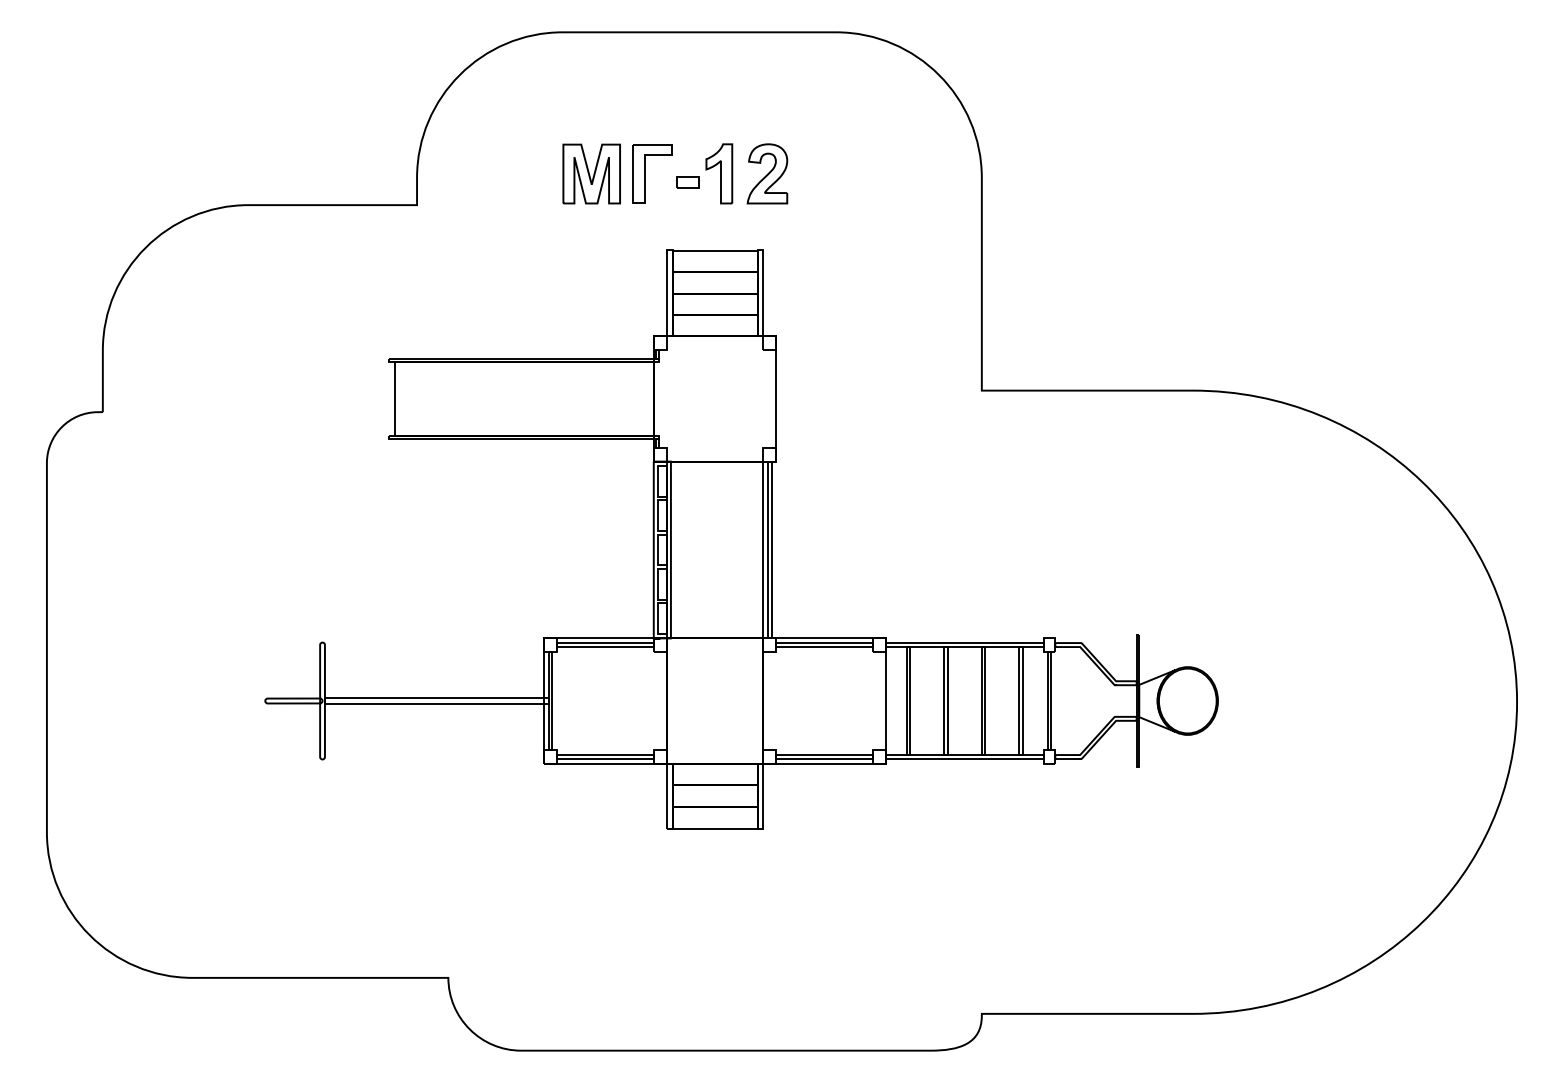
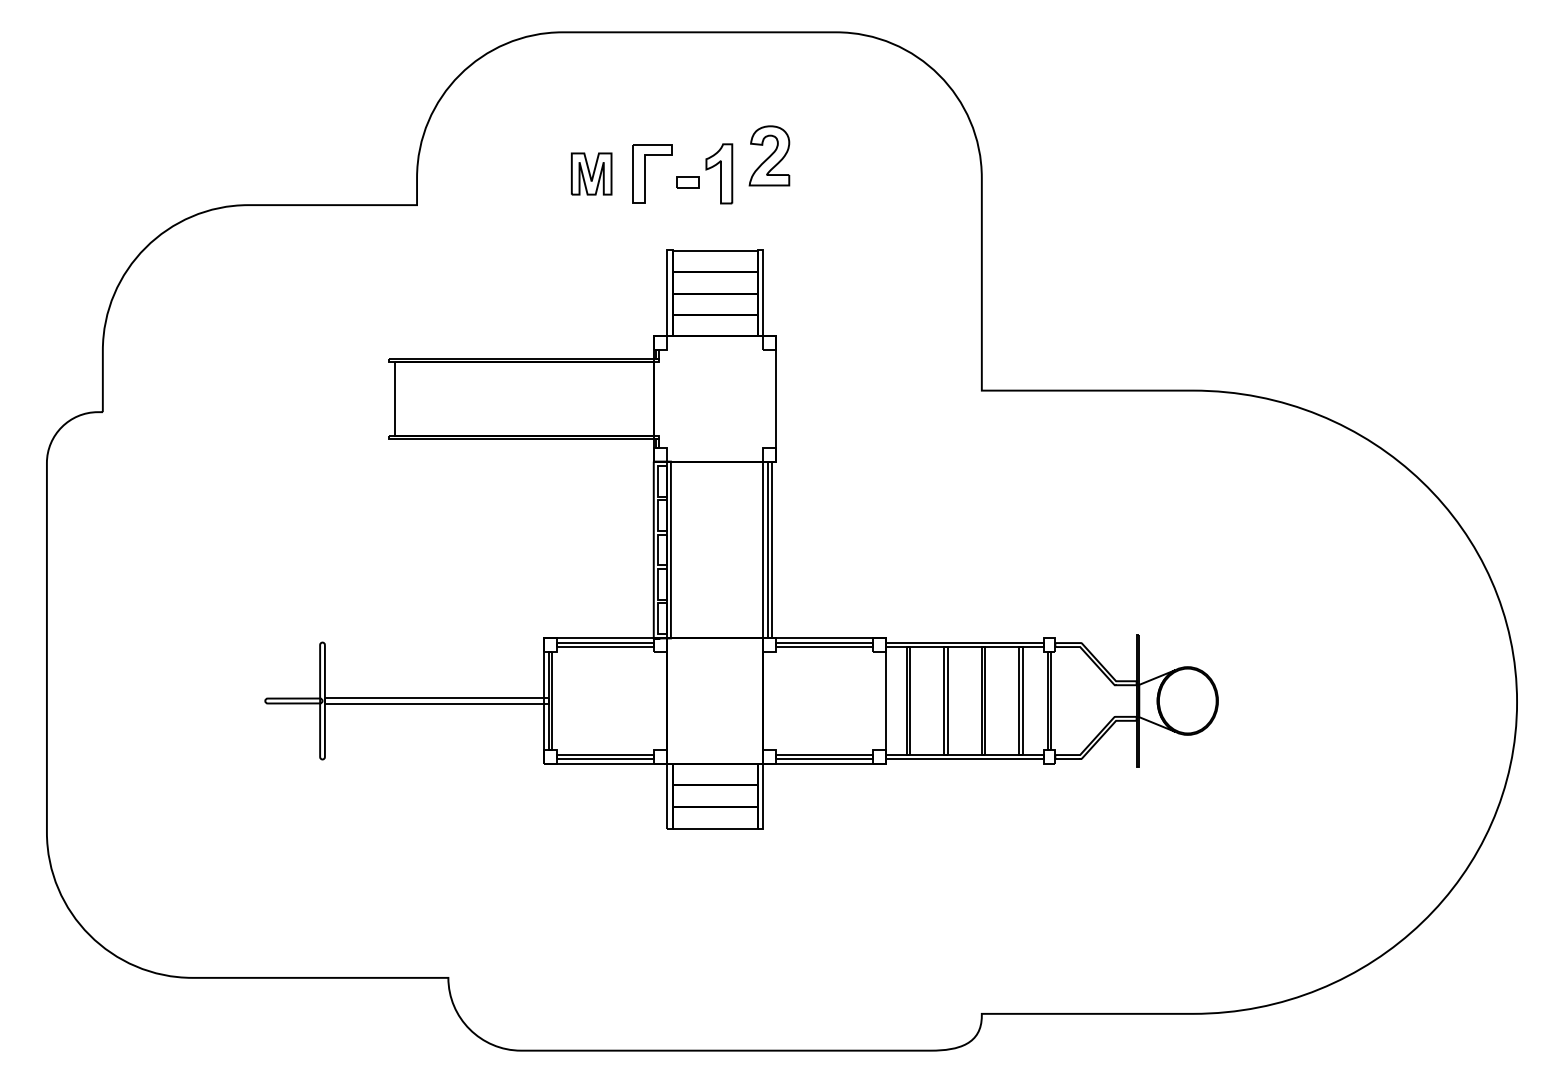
part at (591, 173) size: 59x62 px -> 43x44 px
part at (767, 173) position: (767, 173) -> (769, 155)
